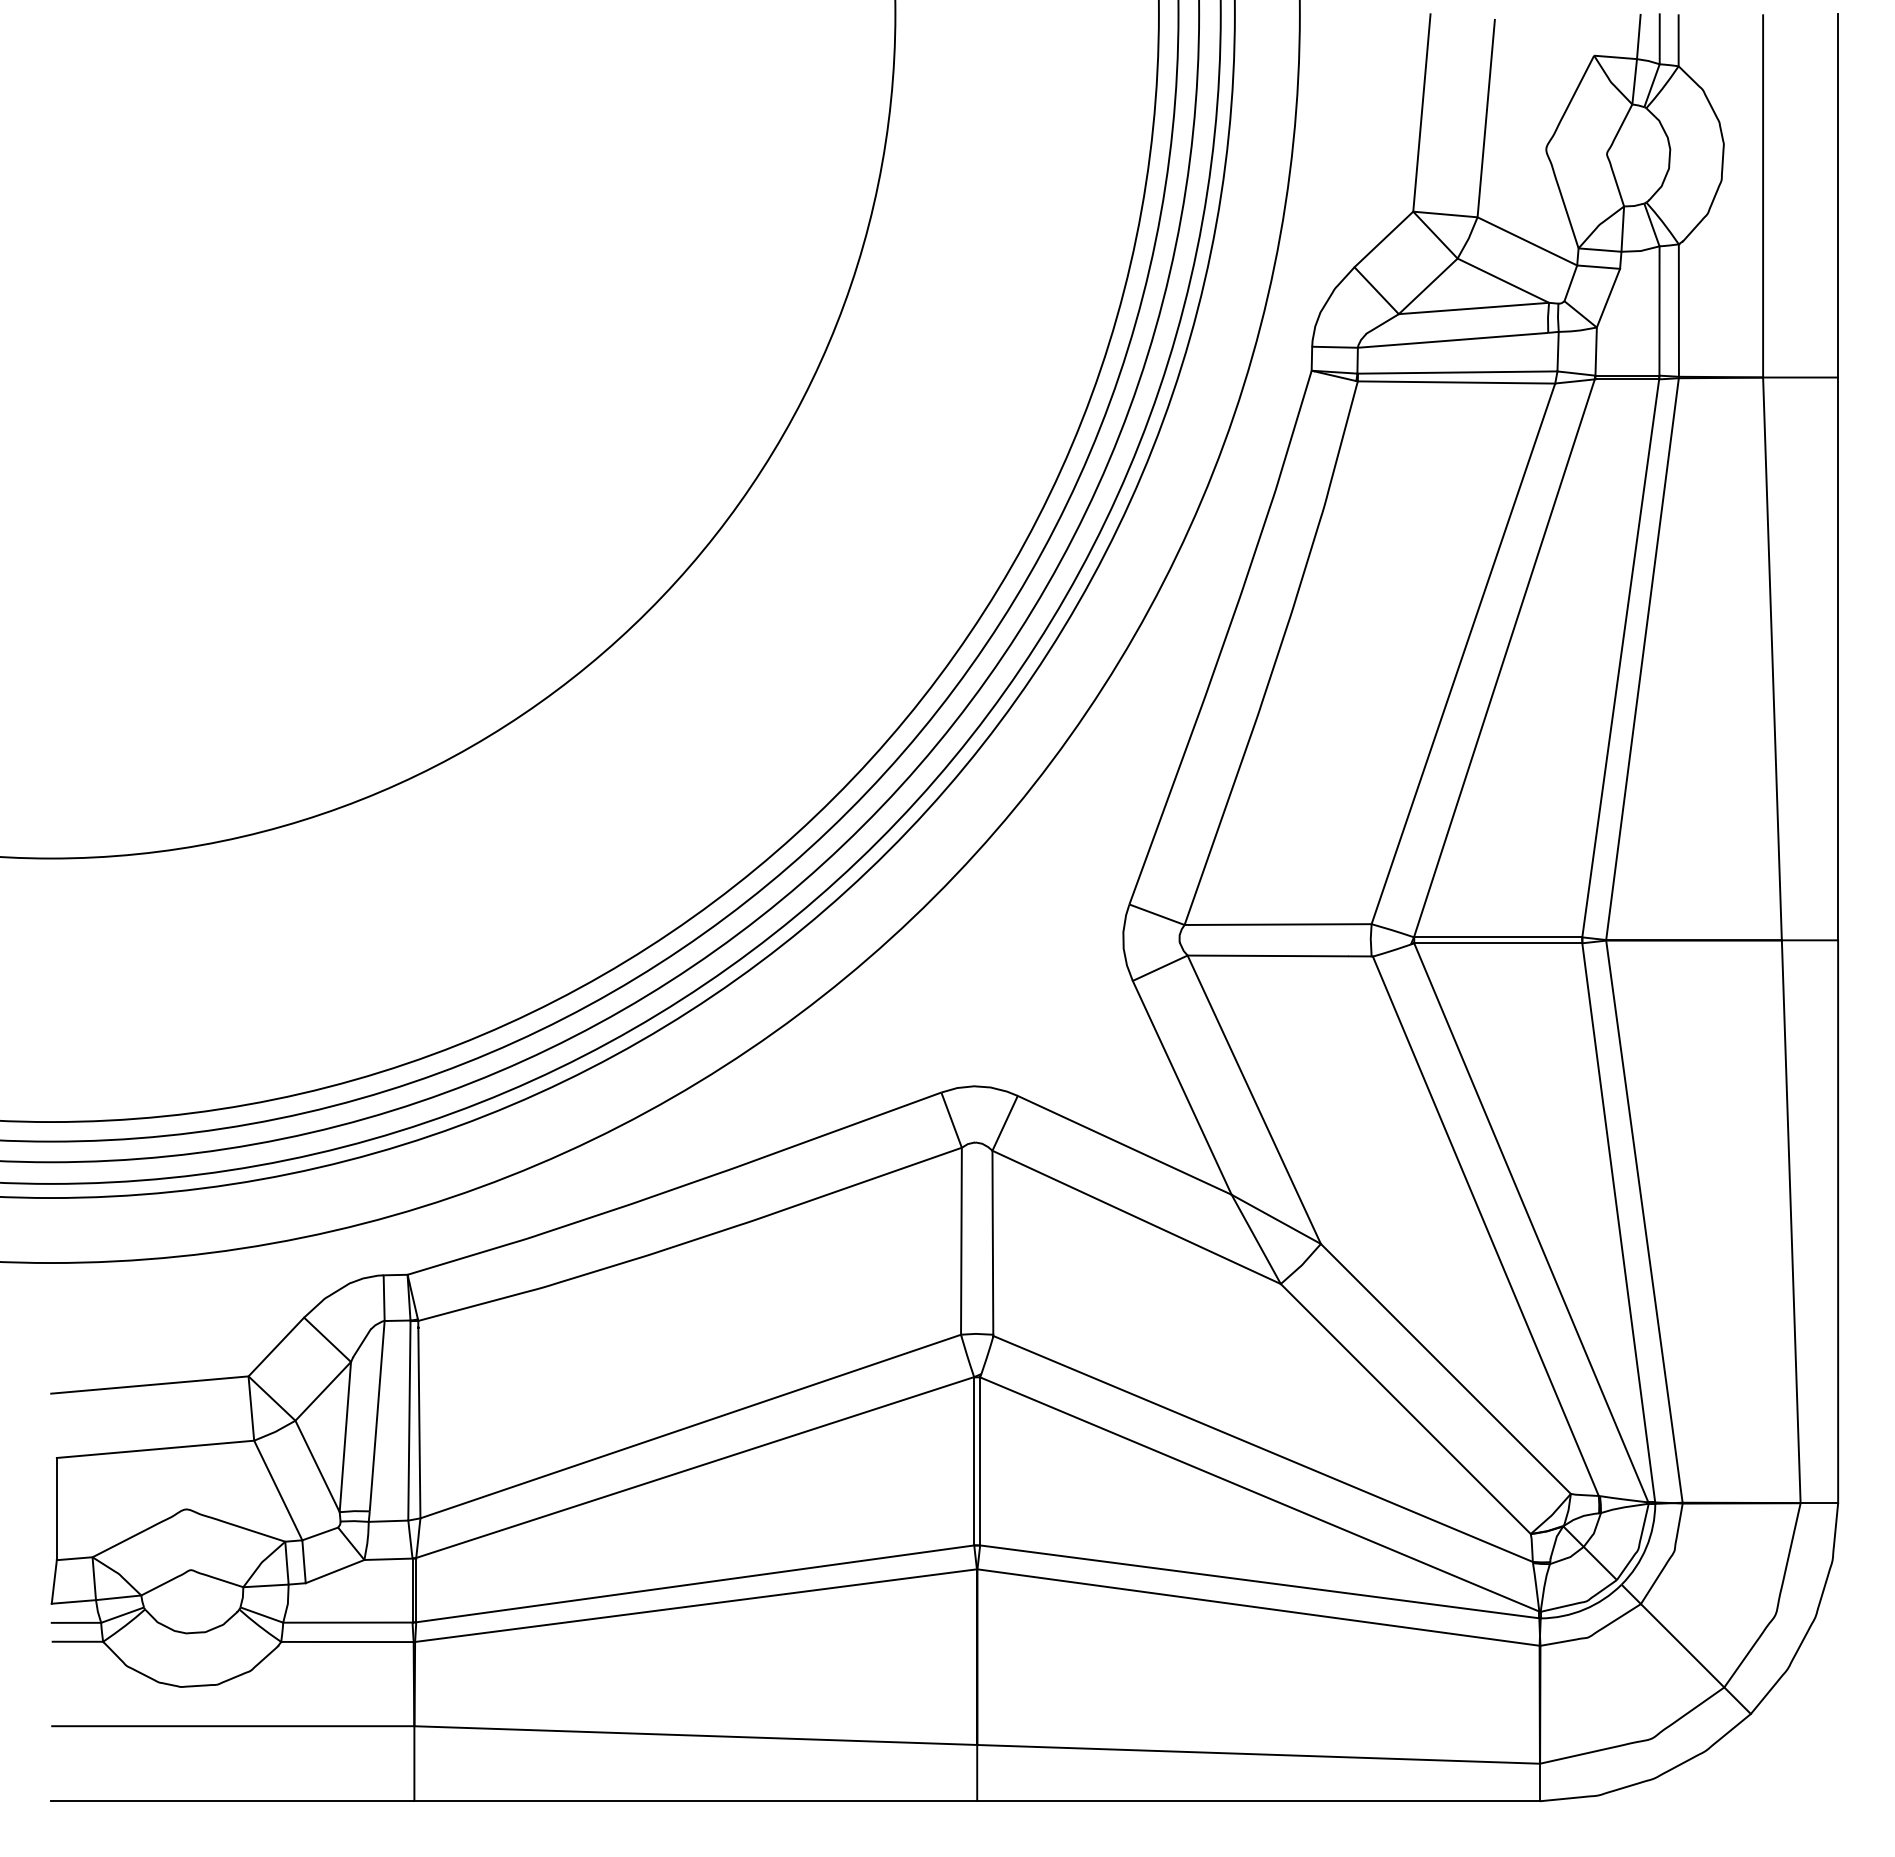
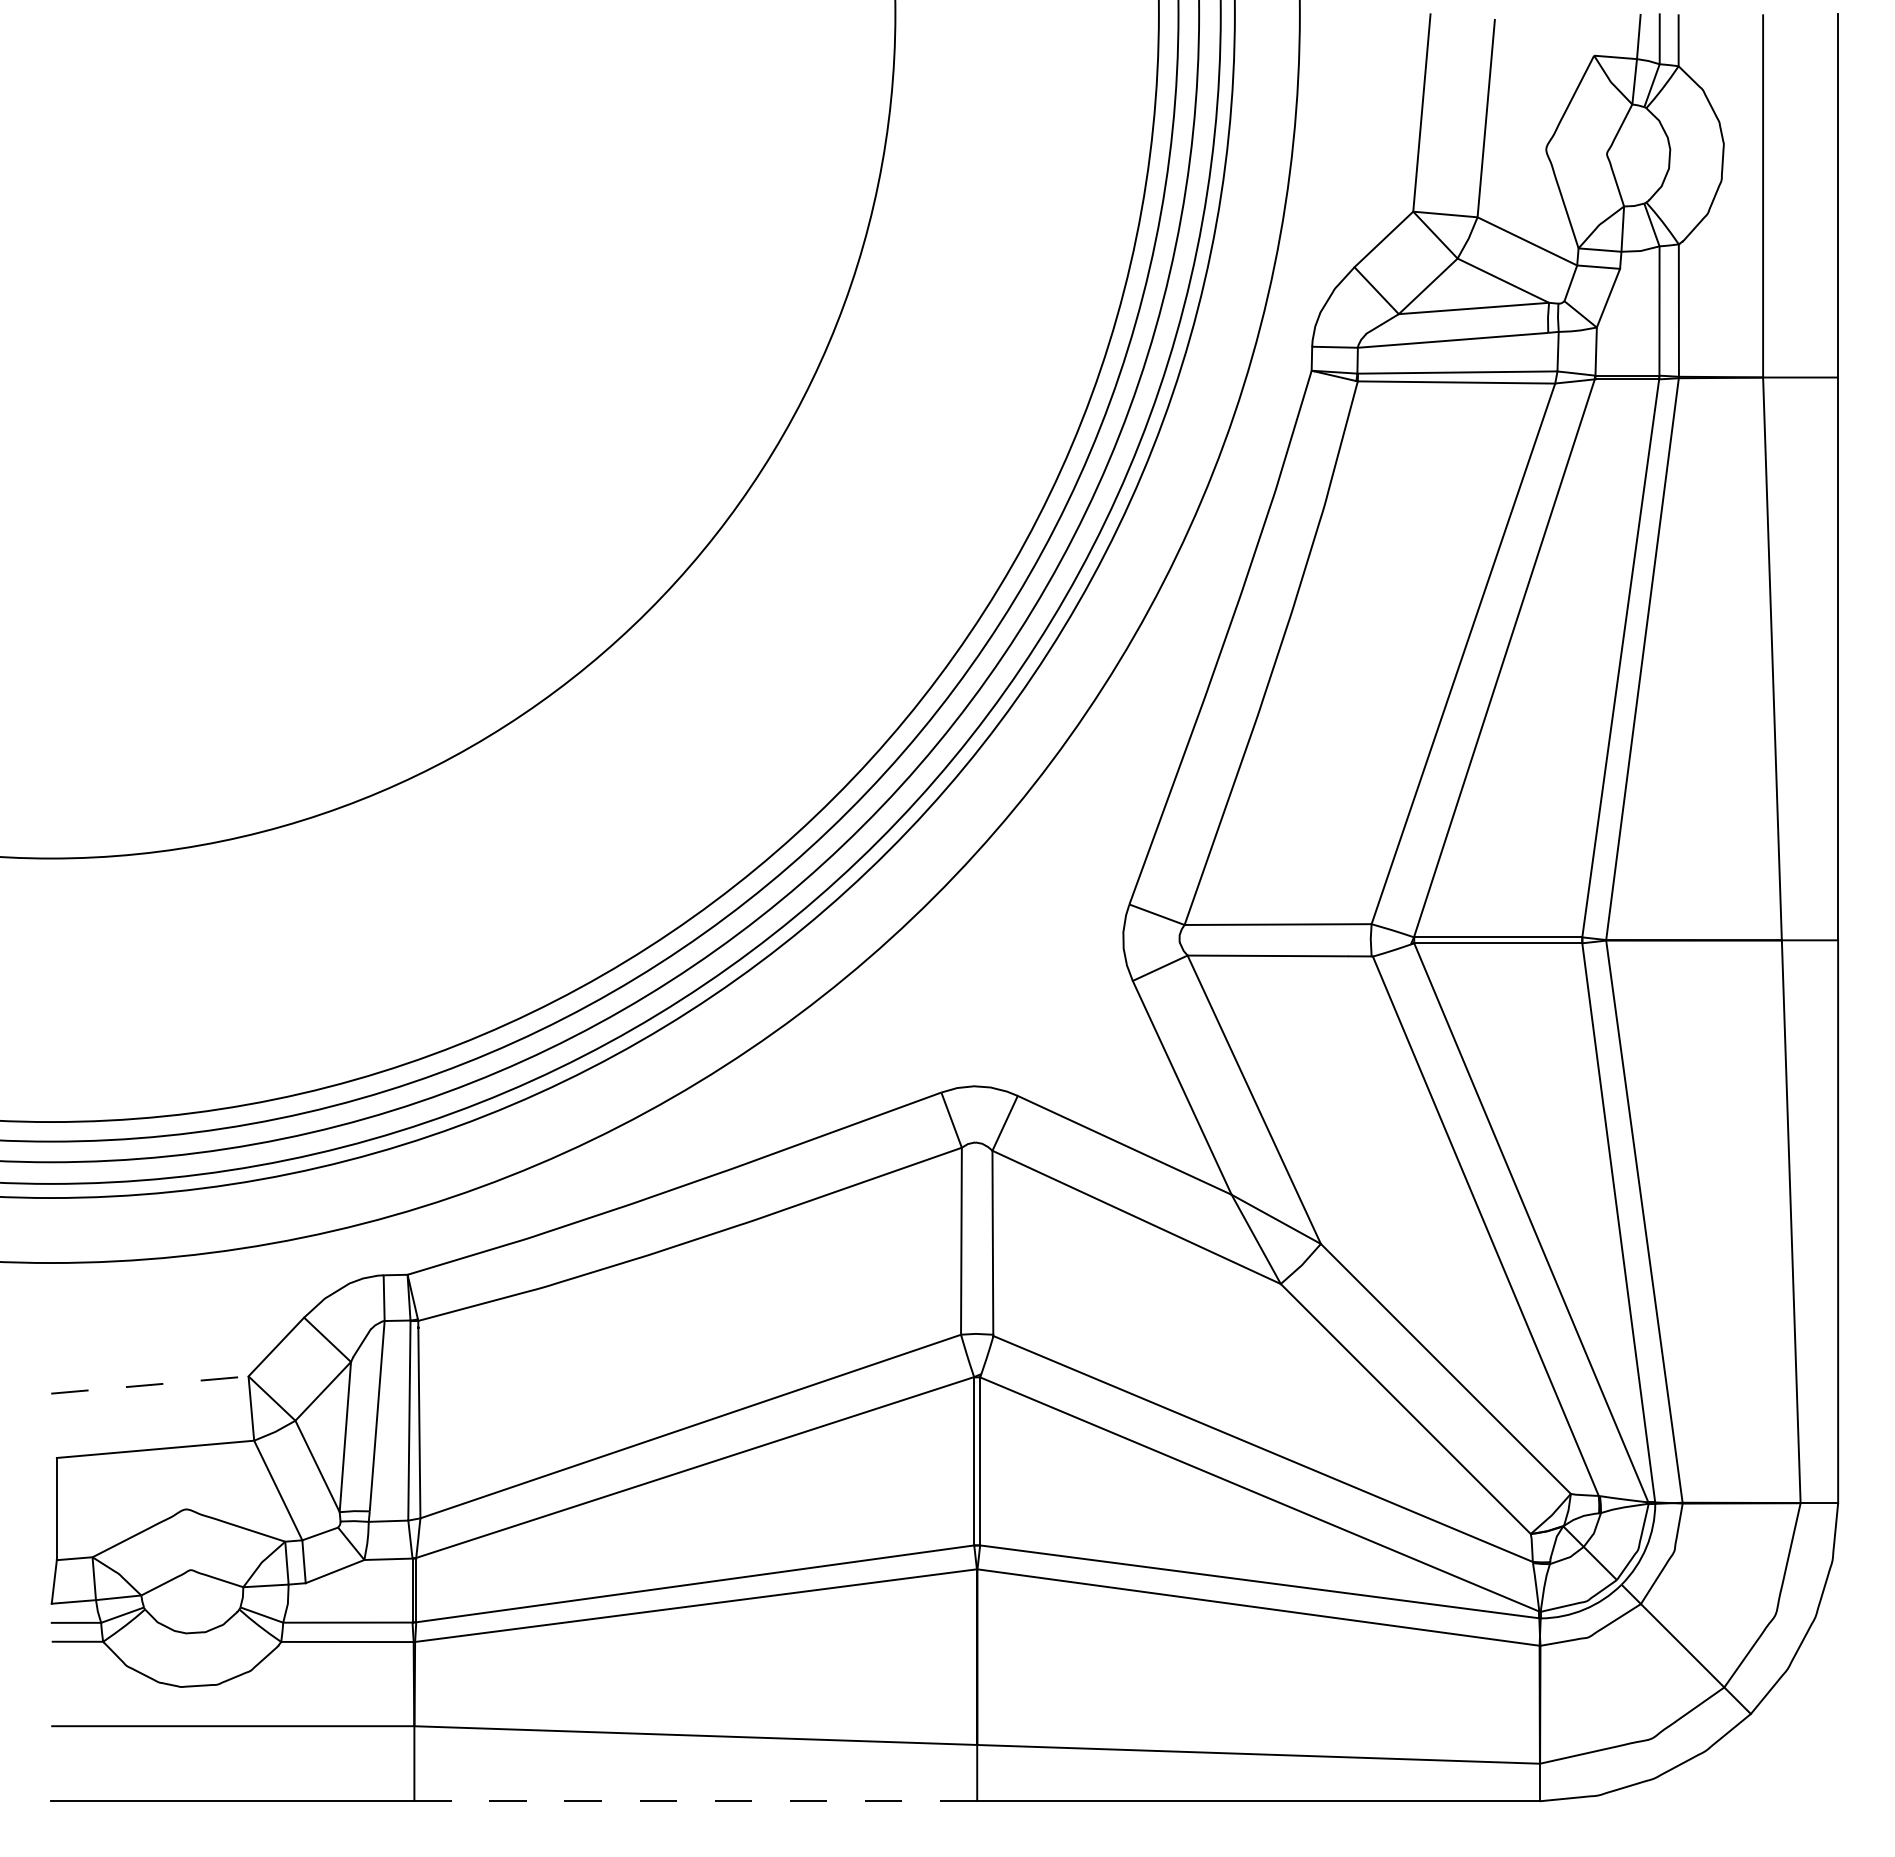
line at (150, 1384): solid -> dashed
line at (696, 1801): solid -> dashed
